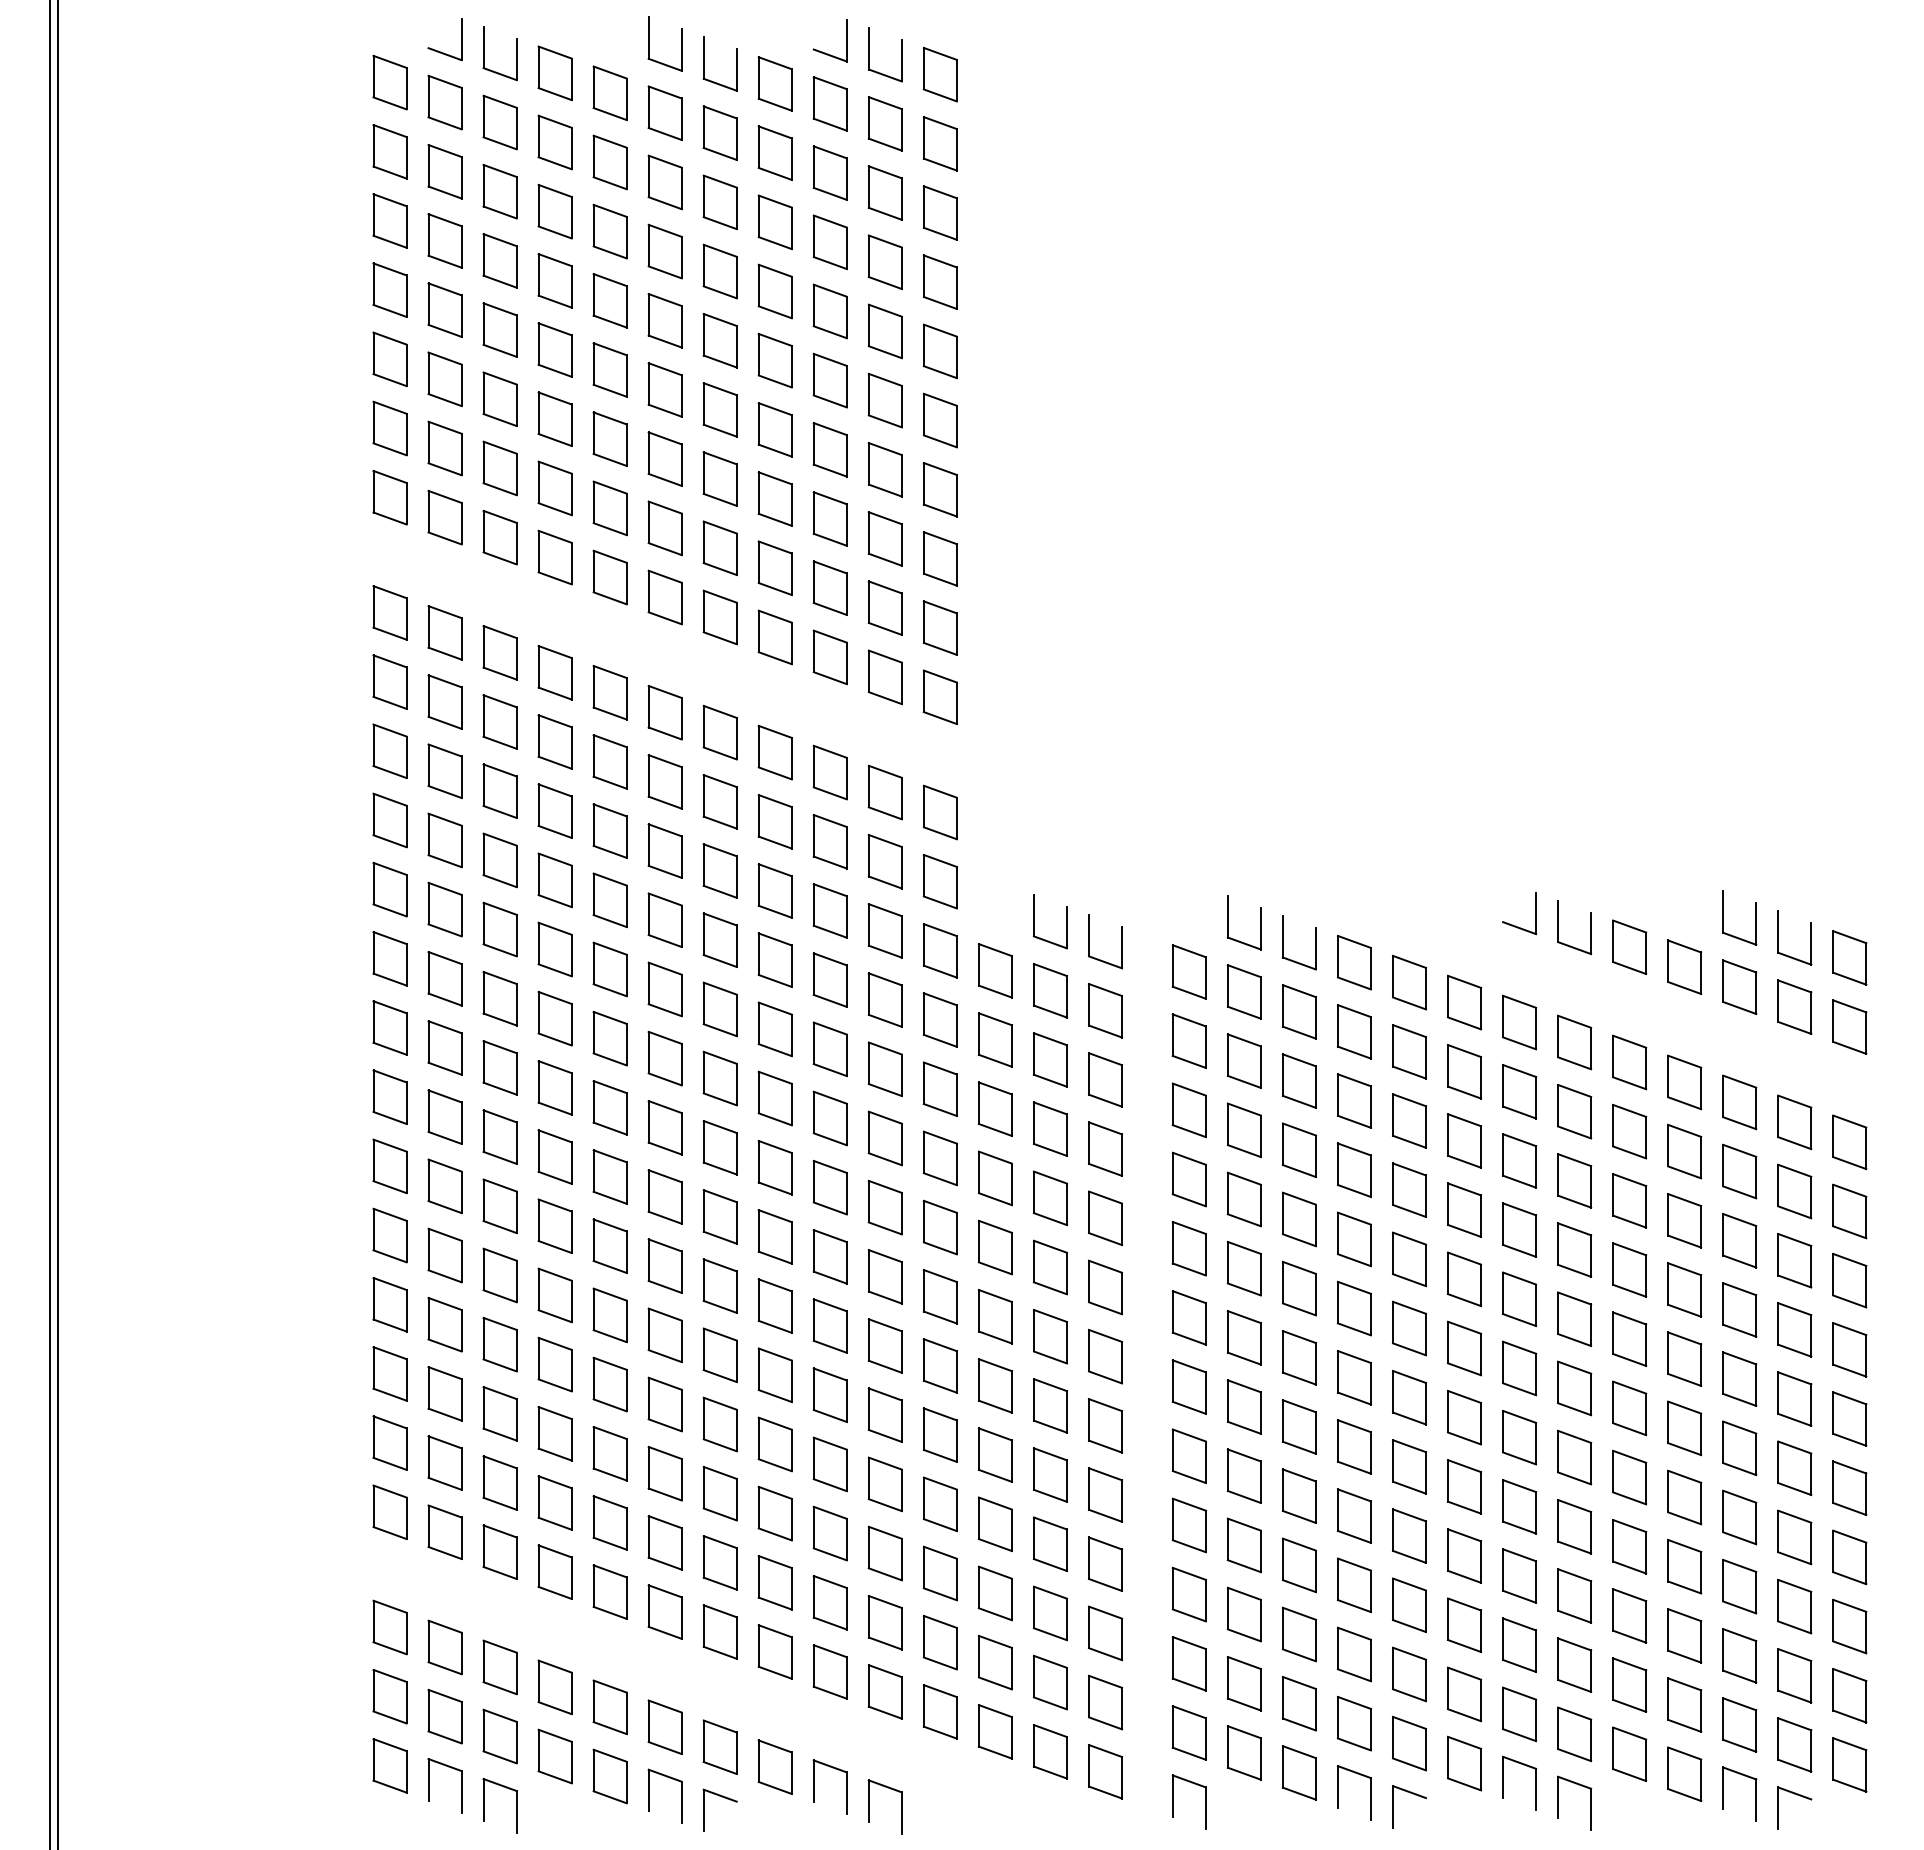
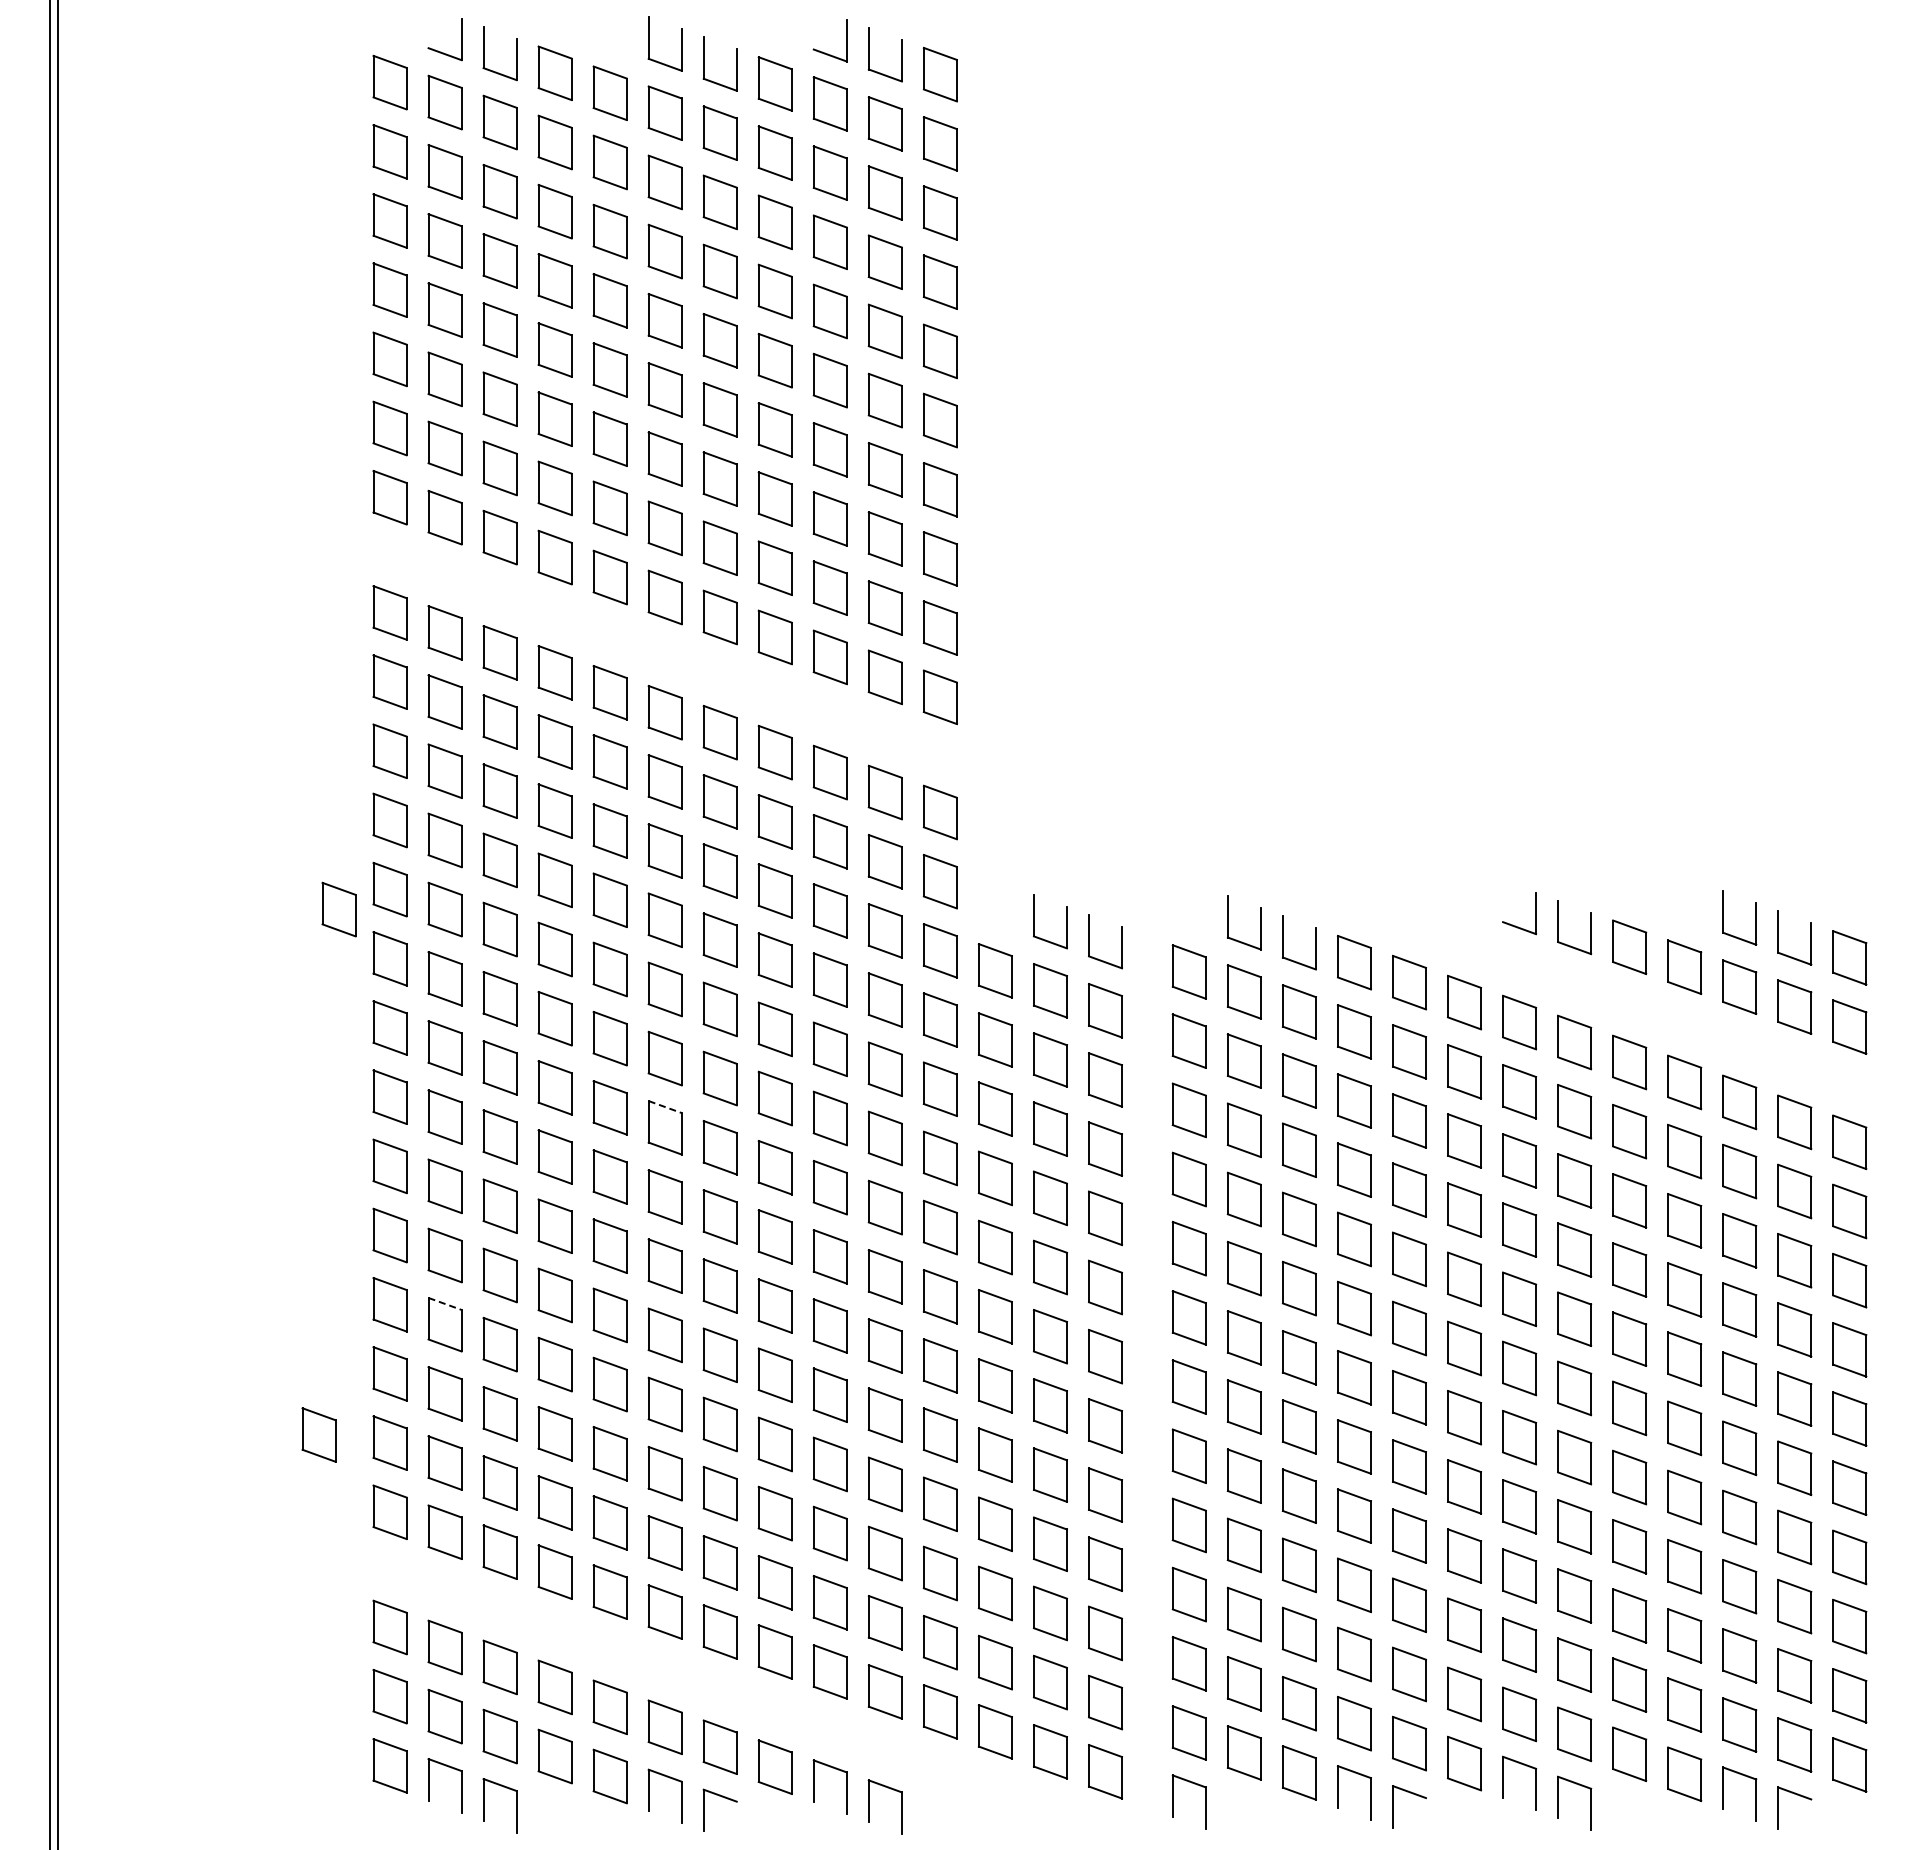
part at (338, 909): none -> present
line at (665, 1107): solid -> dashed
line at (445, 1303): solid -> dashed
part at (318, 1434): none -> present
